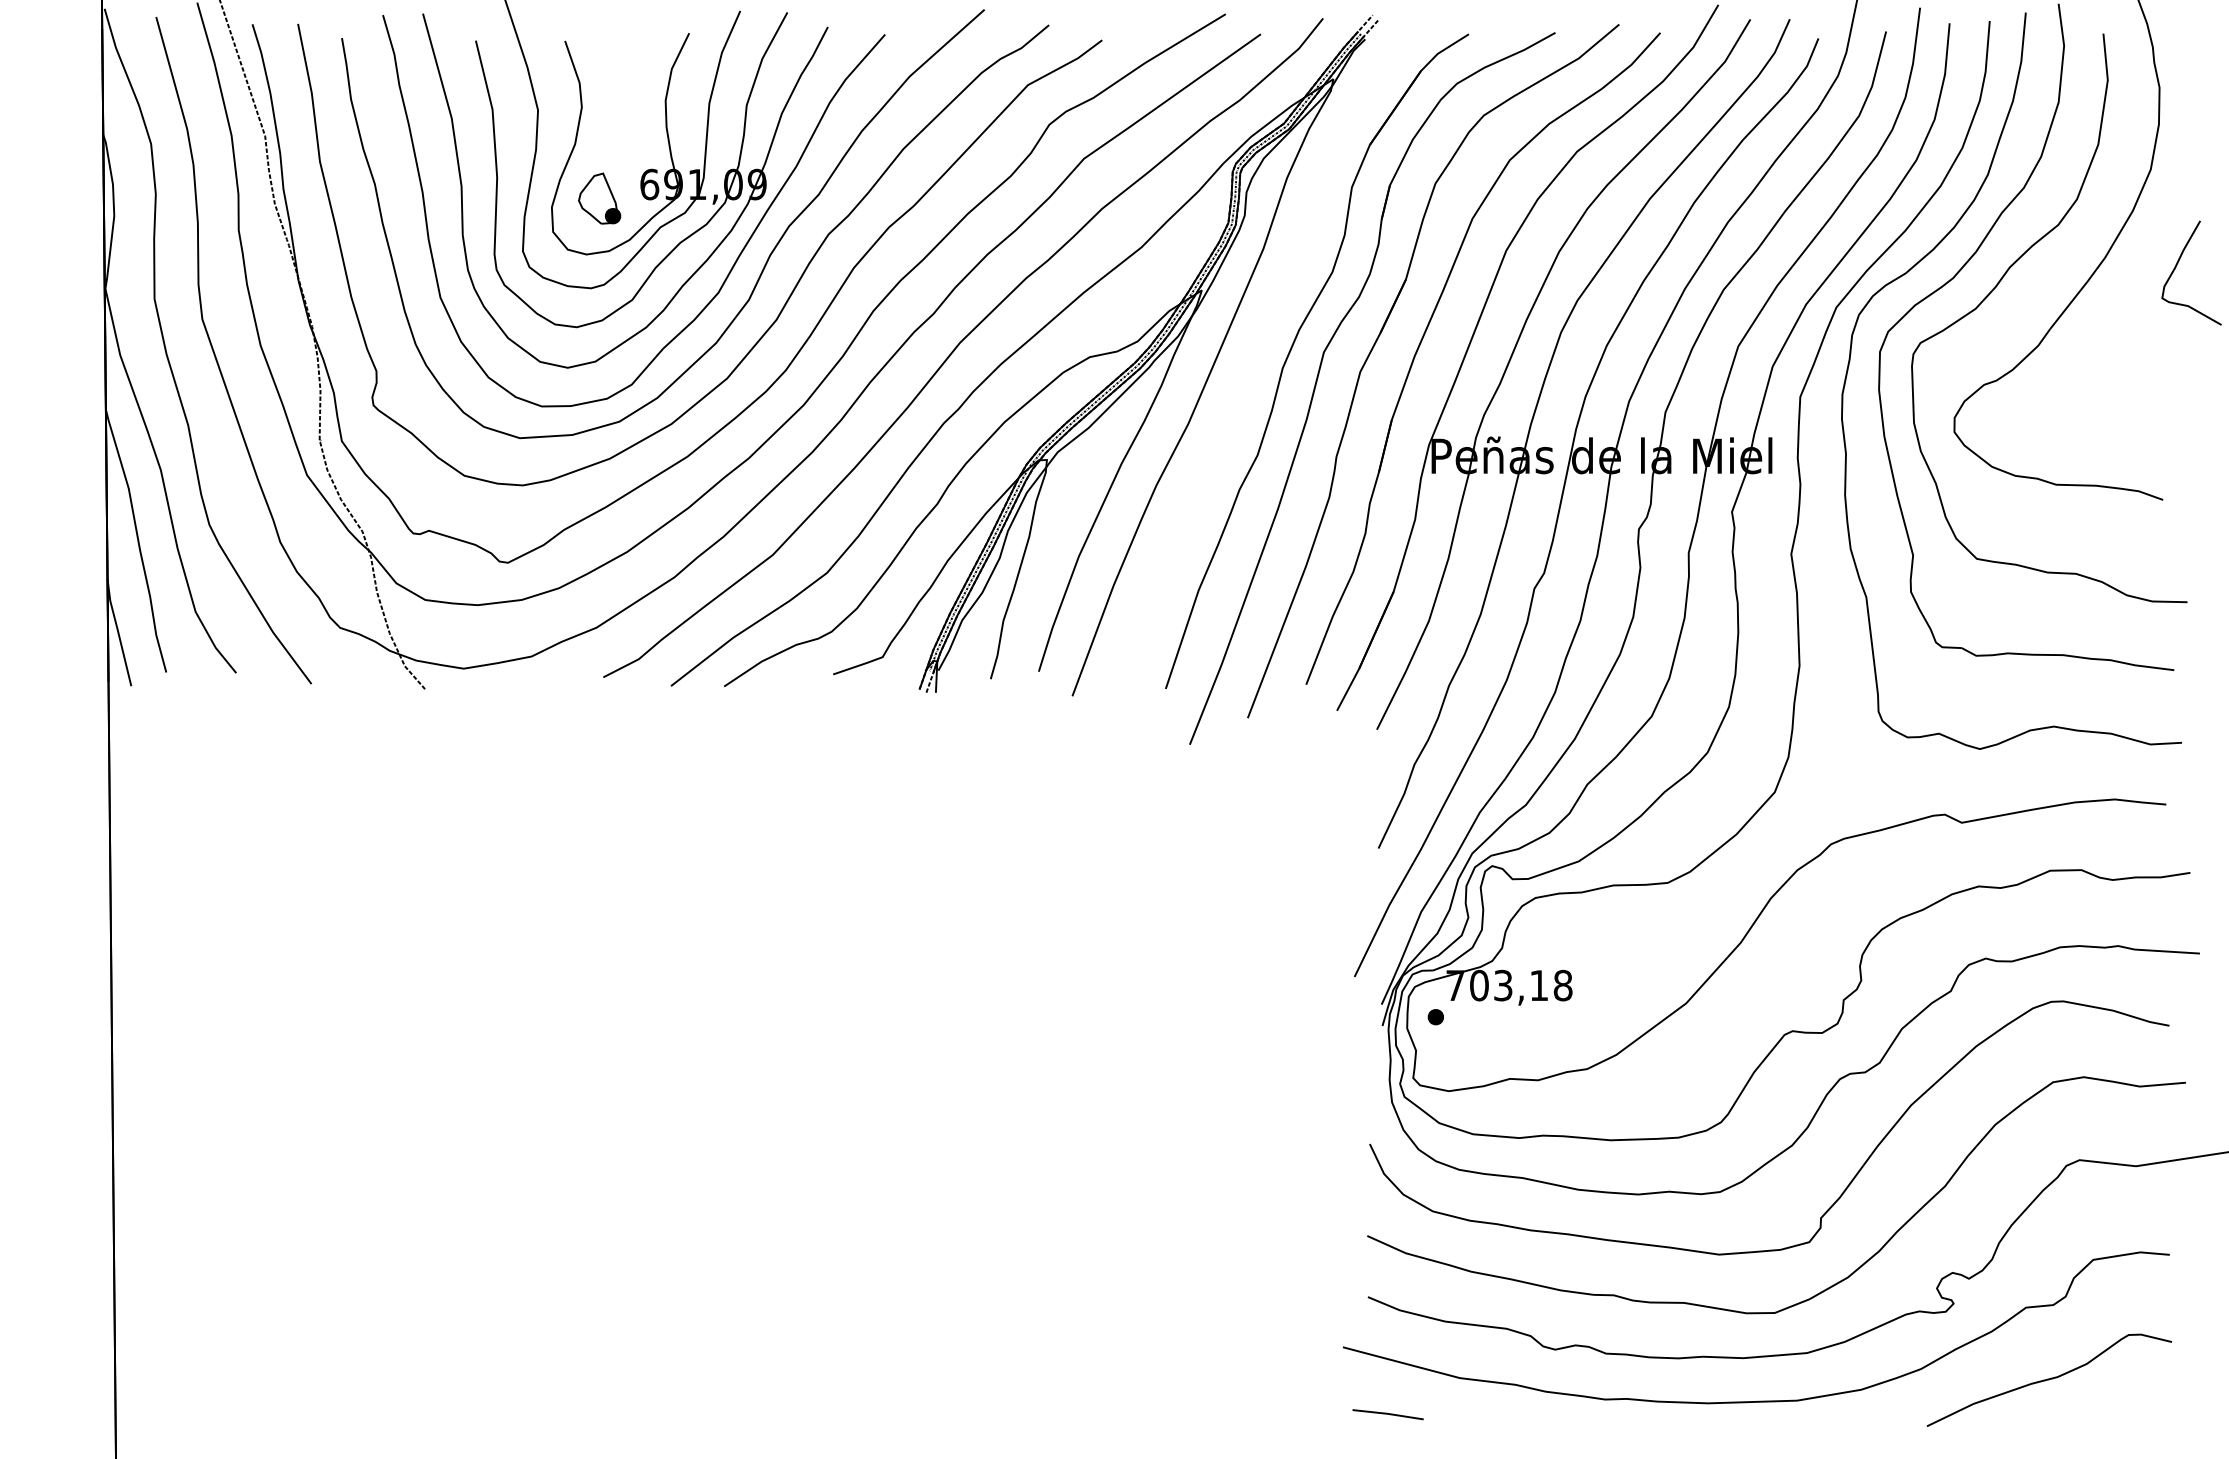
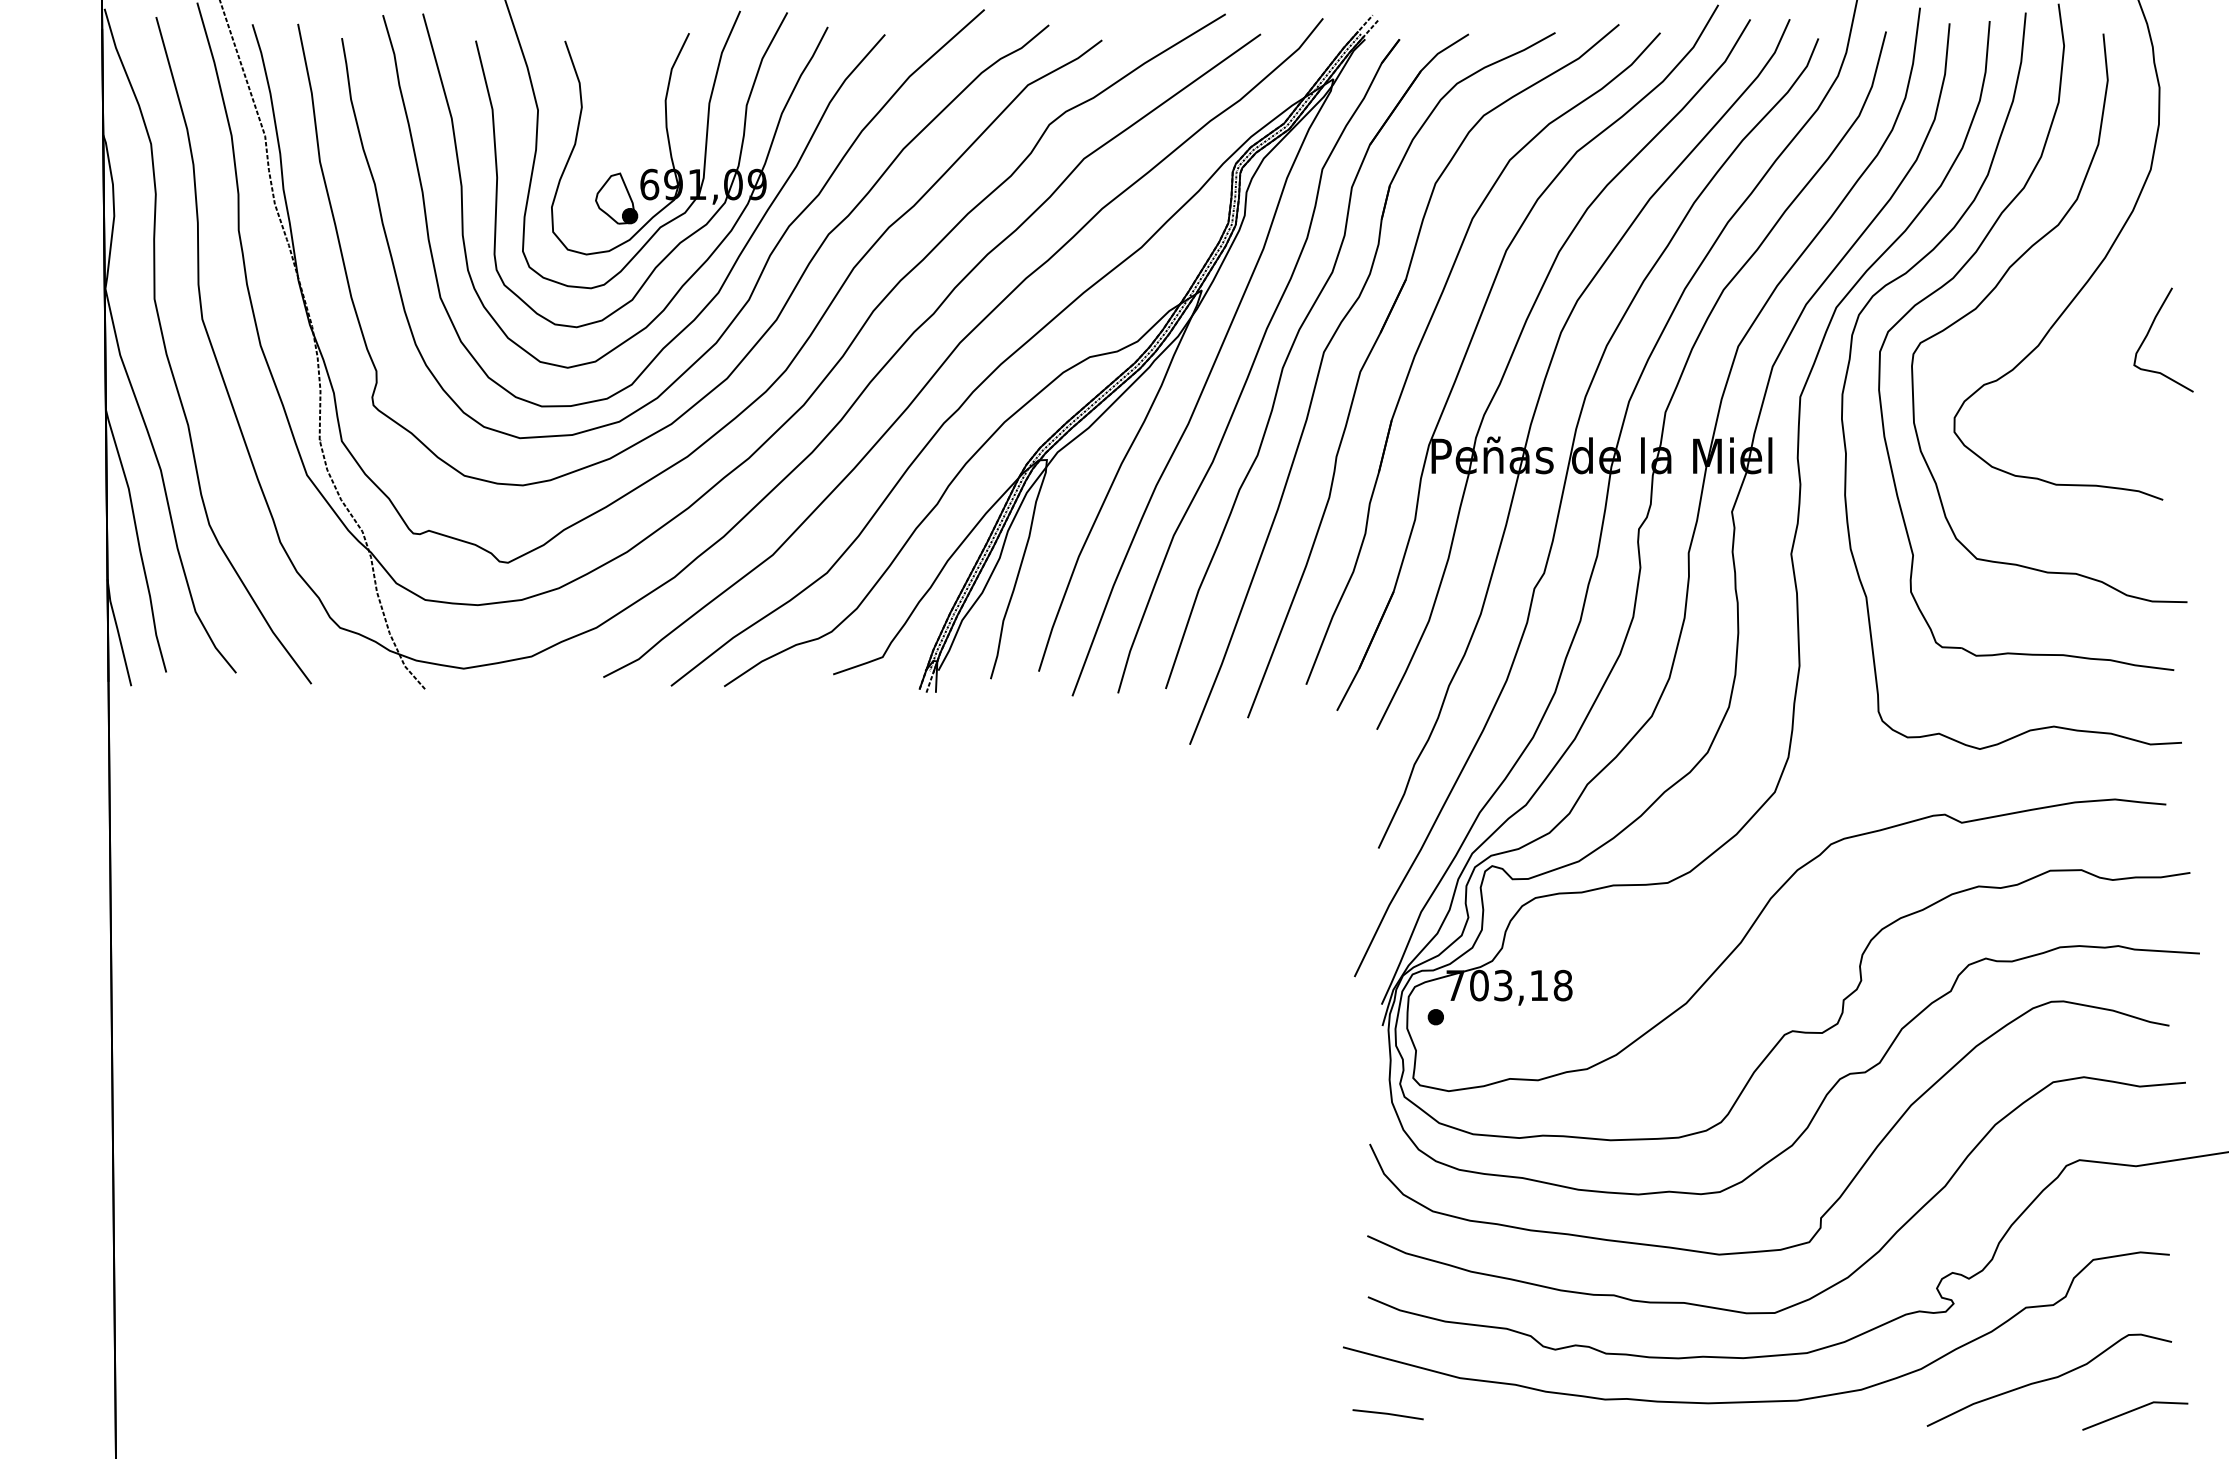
part at (599, 198) position: (599, 198) -> (616, 198)
curve at (2177, 265) position: (2177, 265) -> (2149, 332)
part at (1258, 366): none -> present
line at (2133, 1411): none -> present
